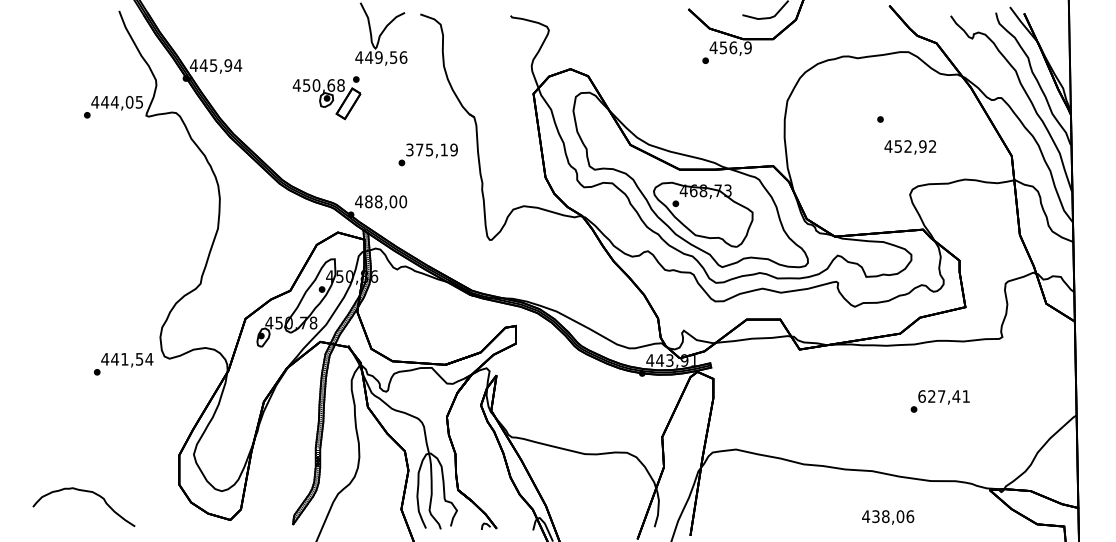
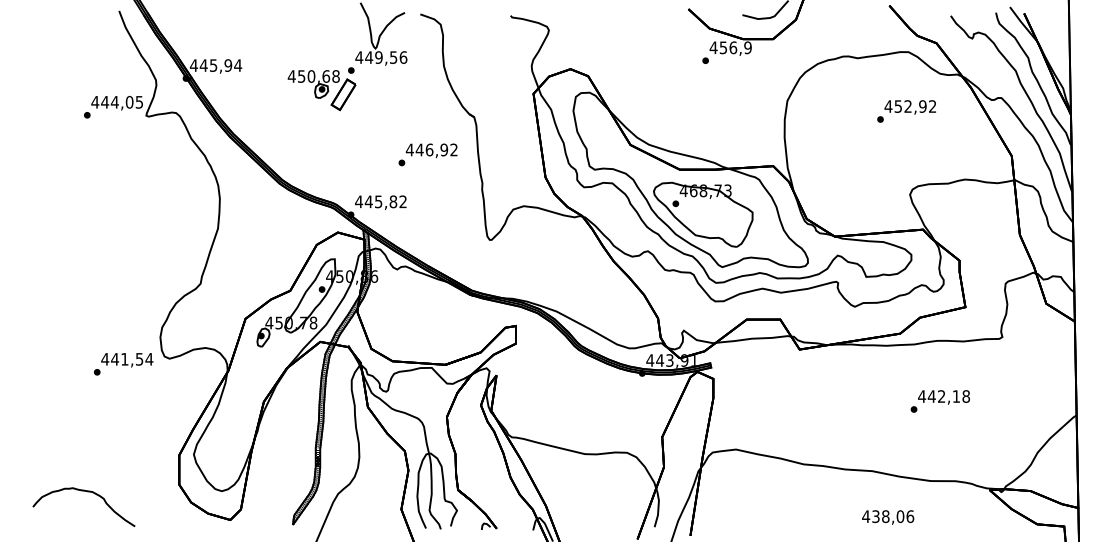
part at (326, 98) position: (326, 98) -> (321, 89)
text at (909, 147) position: (909, 147) -> (909, 107)
text at (431, 149): 375,19 -> 446,92
text at (385, 201): 488,00 -> 445,82
text at (944, 396): 627,41 -> 442,18
